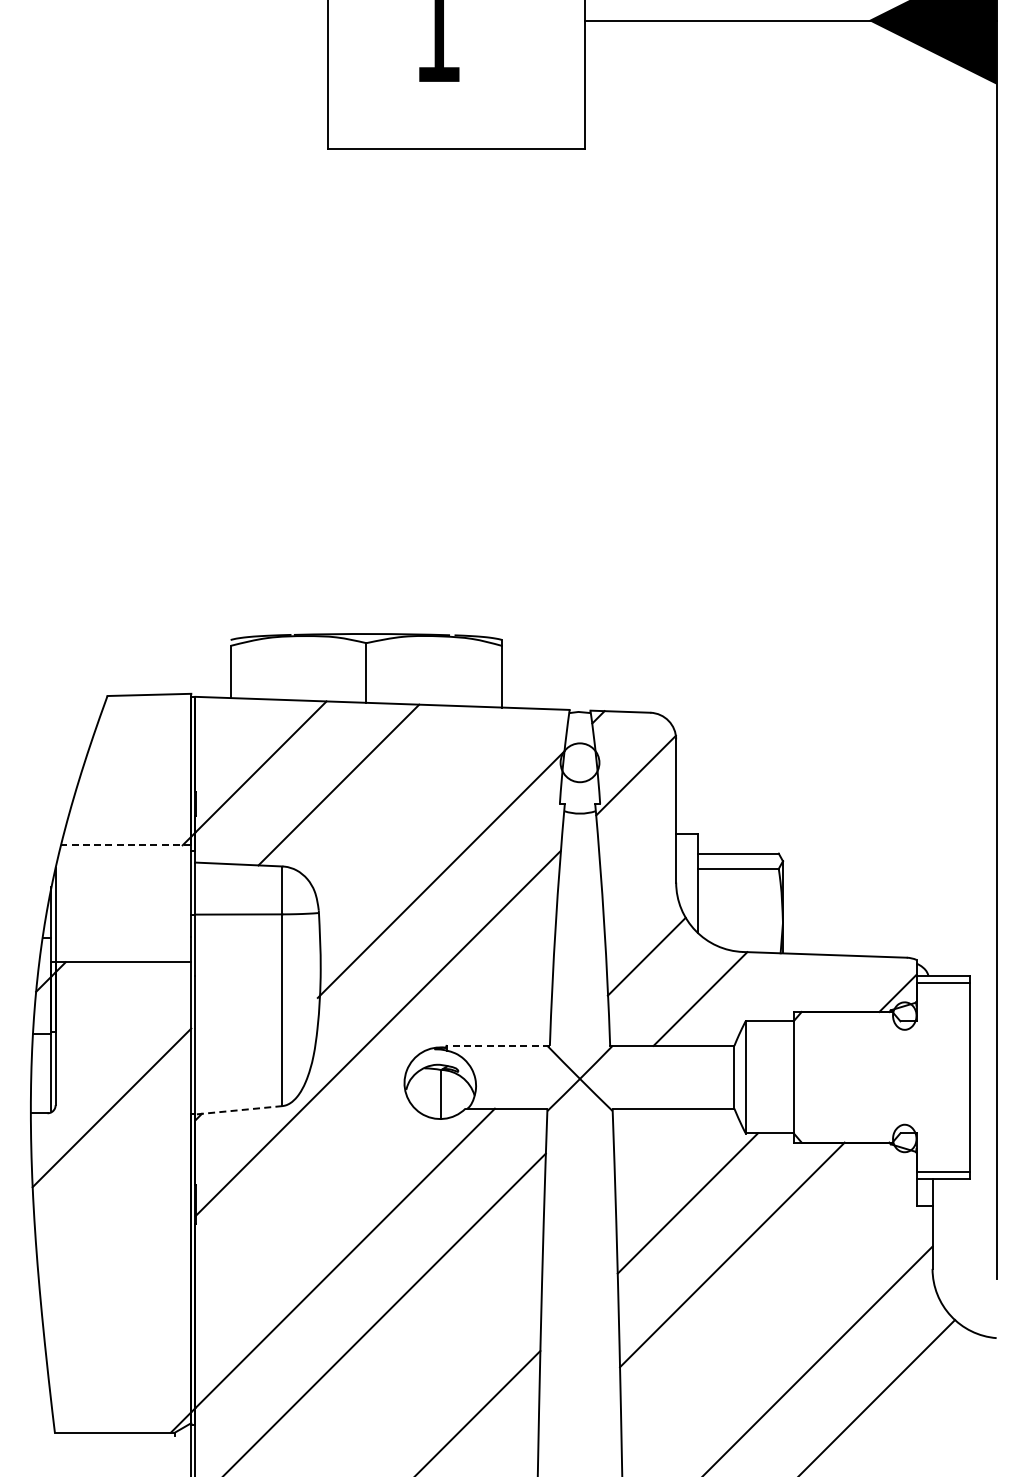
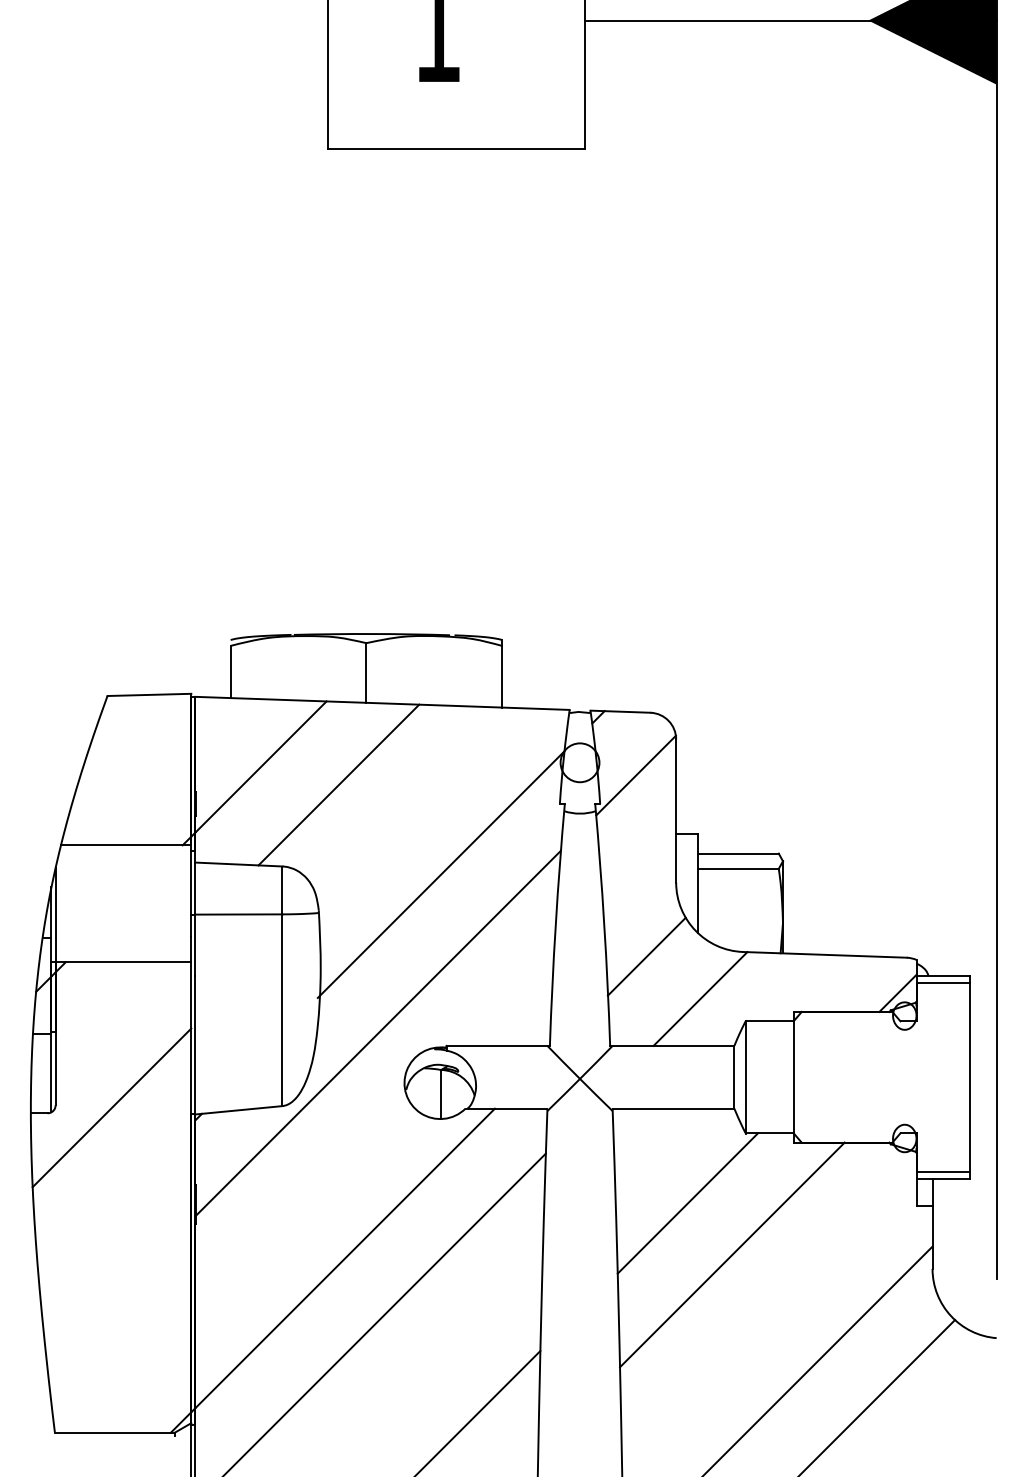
line at (125, 845): dashed -> solid
line at (498, 1045): dashed -> solid
line at (238, 1110): dashed -> solid
